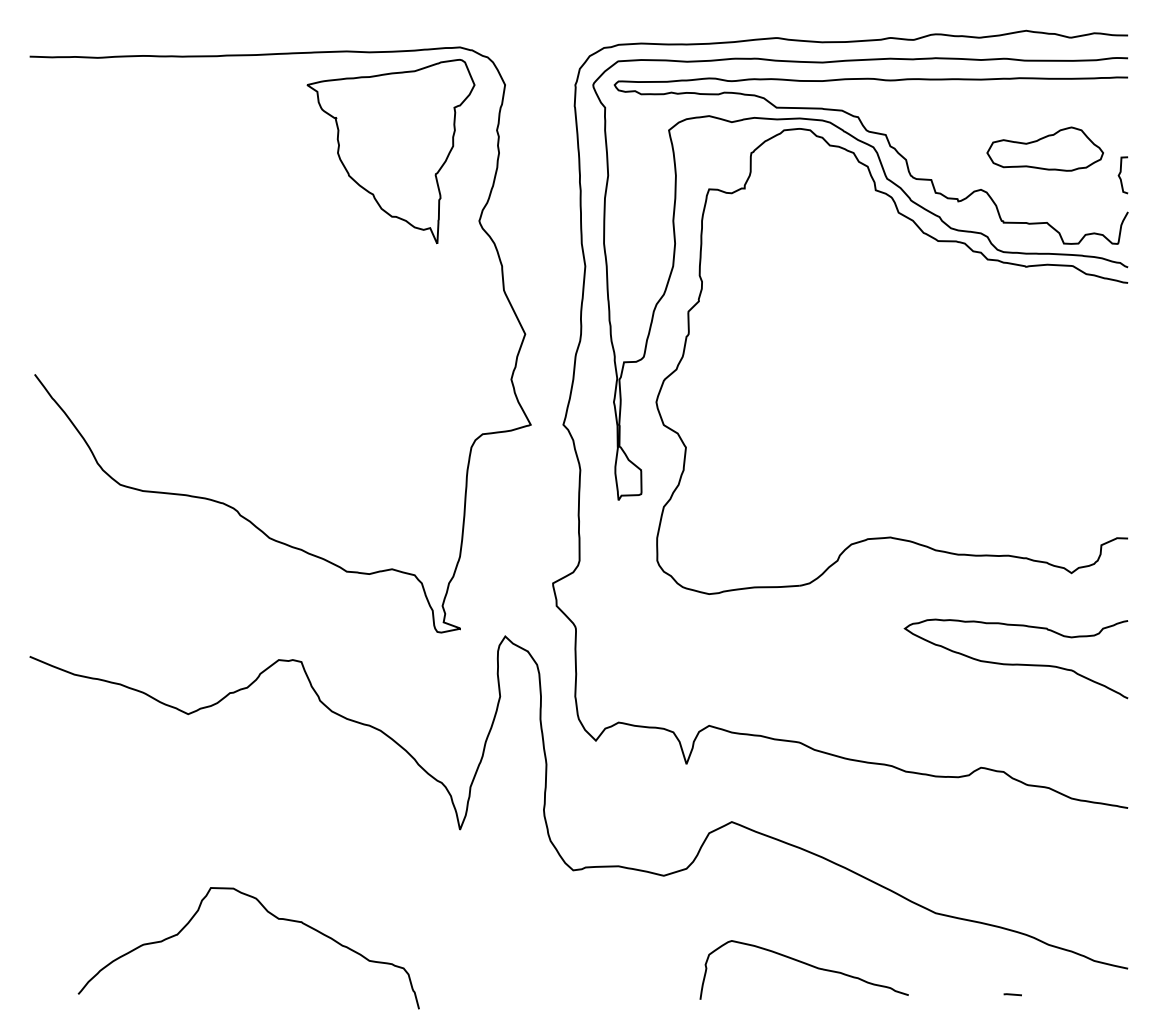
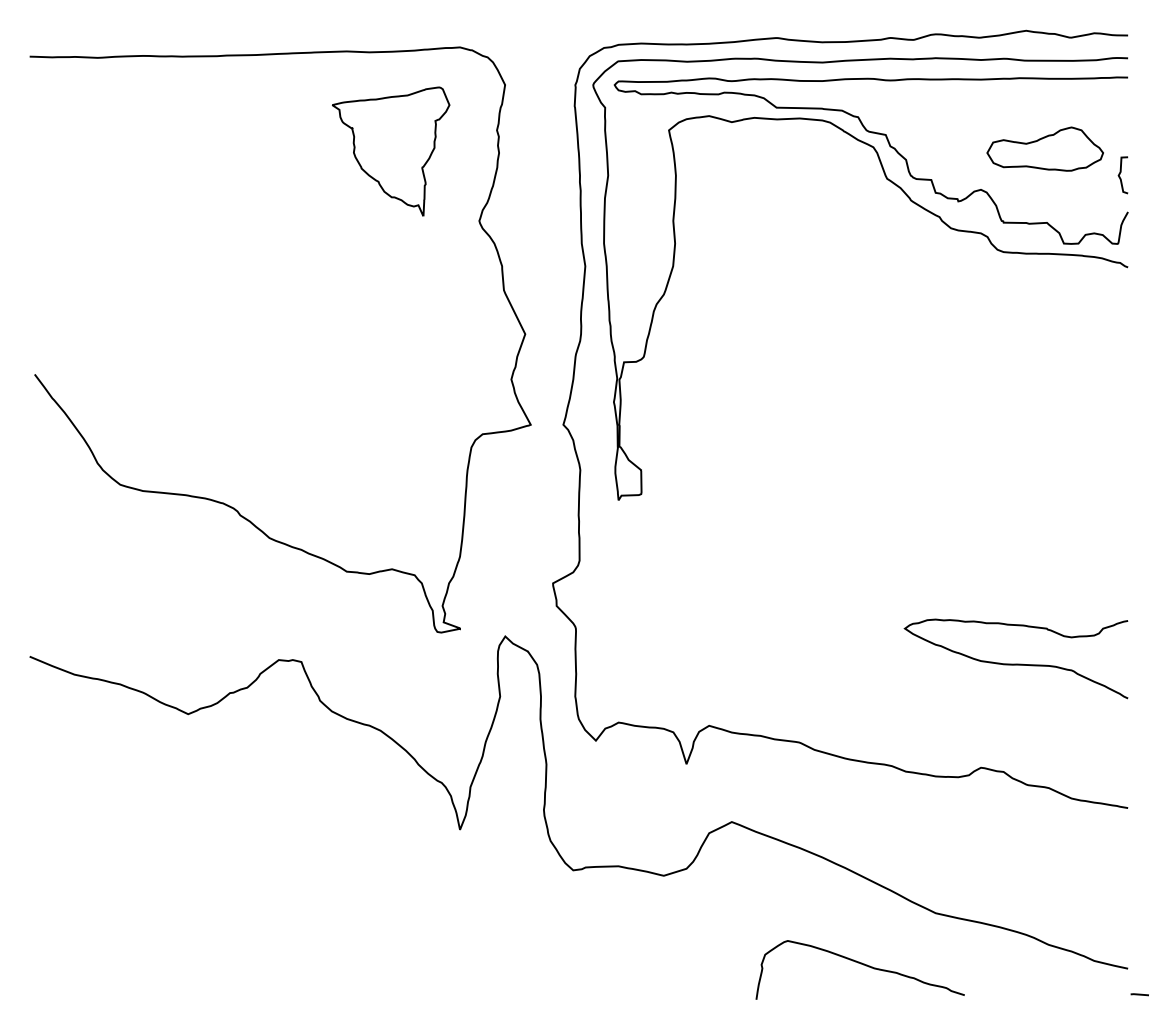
part at (390, 151) size: 170x186 px -> 119x131 px
part at (936, 241): present -> none
curve at (271, 915): present -> none
curve at (804, 964) position: (804, 964) -> (860, 964)
line at (1012, 994) position: (1012, 994) -> (1139, 994)
